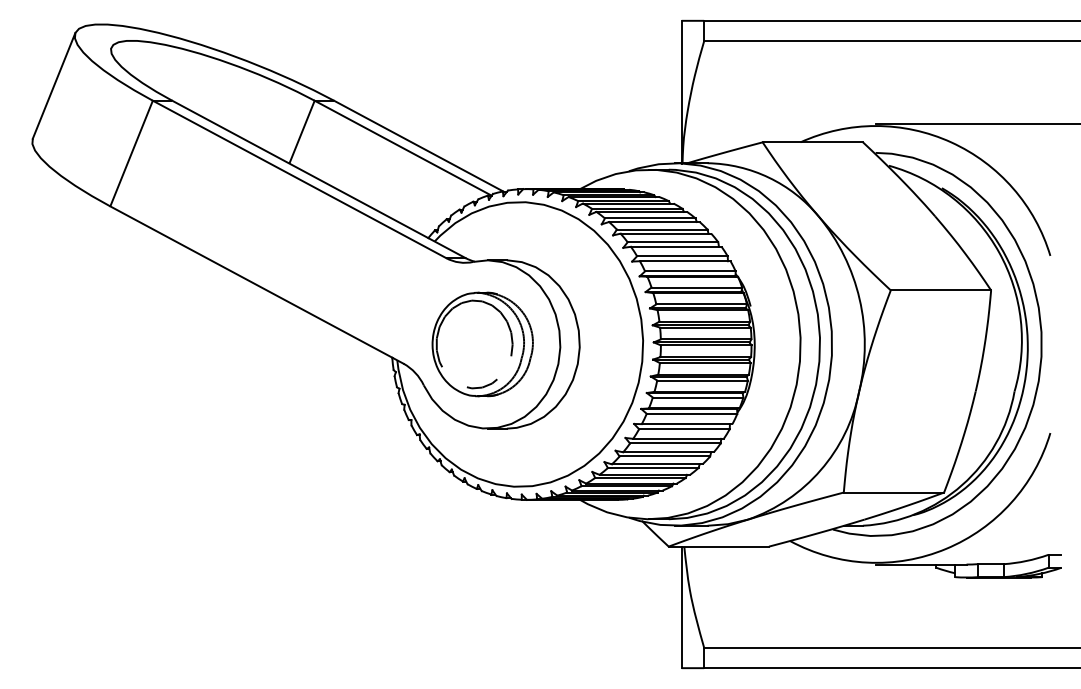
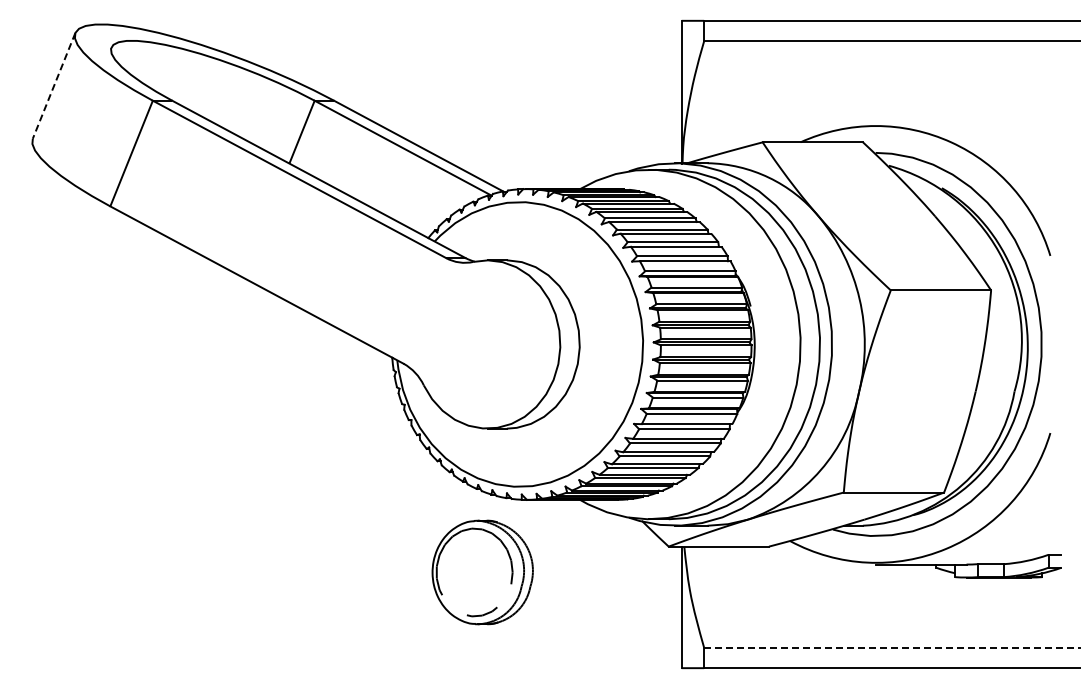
line at (54, 85): solid -> dashed
line at (976, 124): present -> none
part at (482, 344) position: (482, 344) -> (482, 572)
line at (892, 647): solid -> dashed
